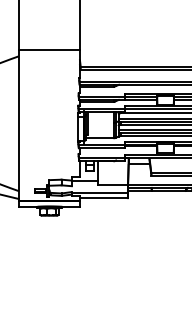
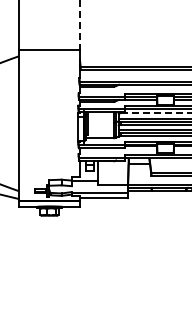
line at (79, 25): solid -> dashed
line at (156, 113): solid -> dashed
